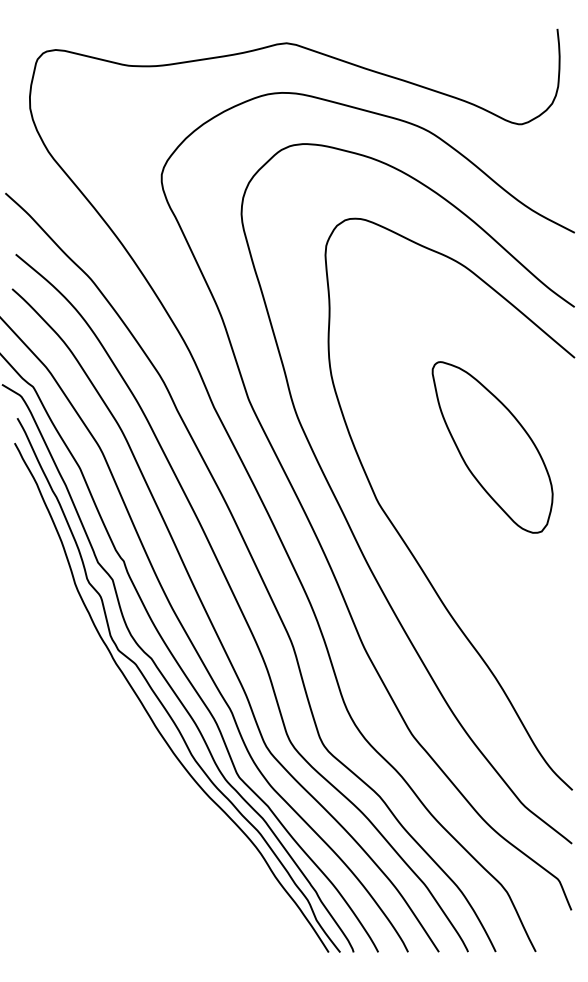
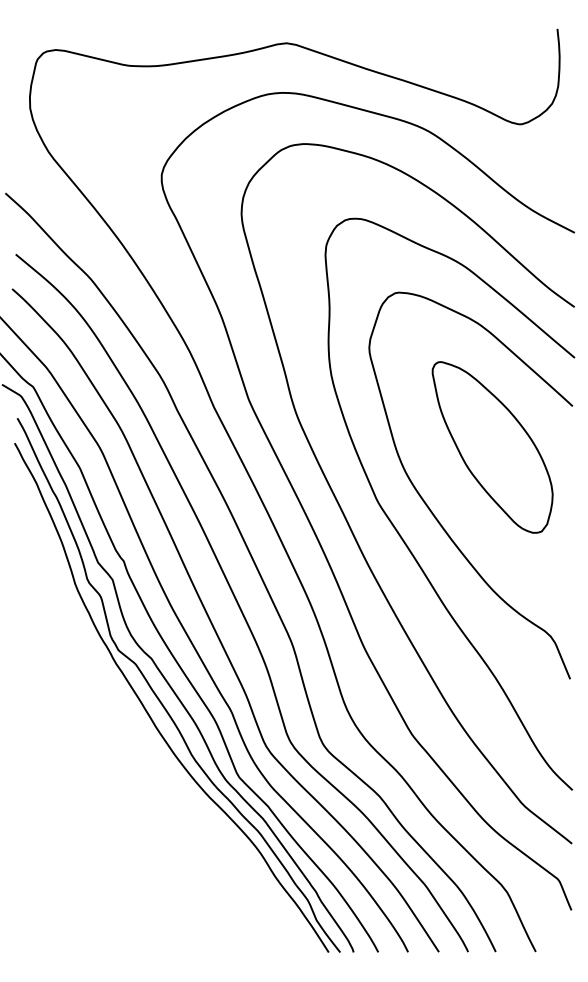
curve at (432, 511): none -> present
